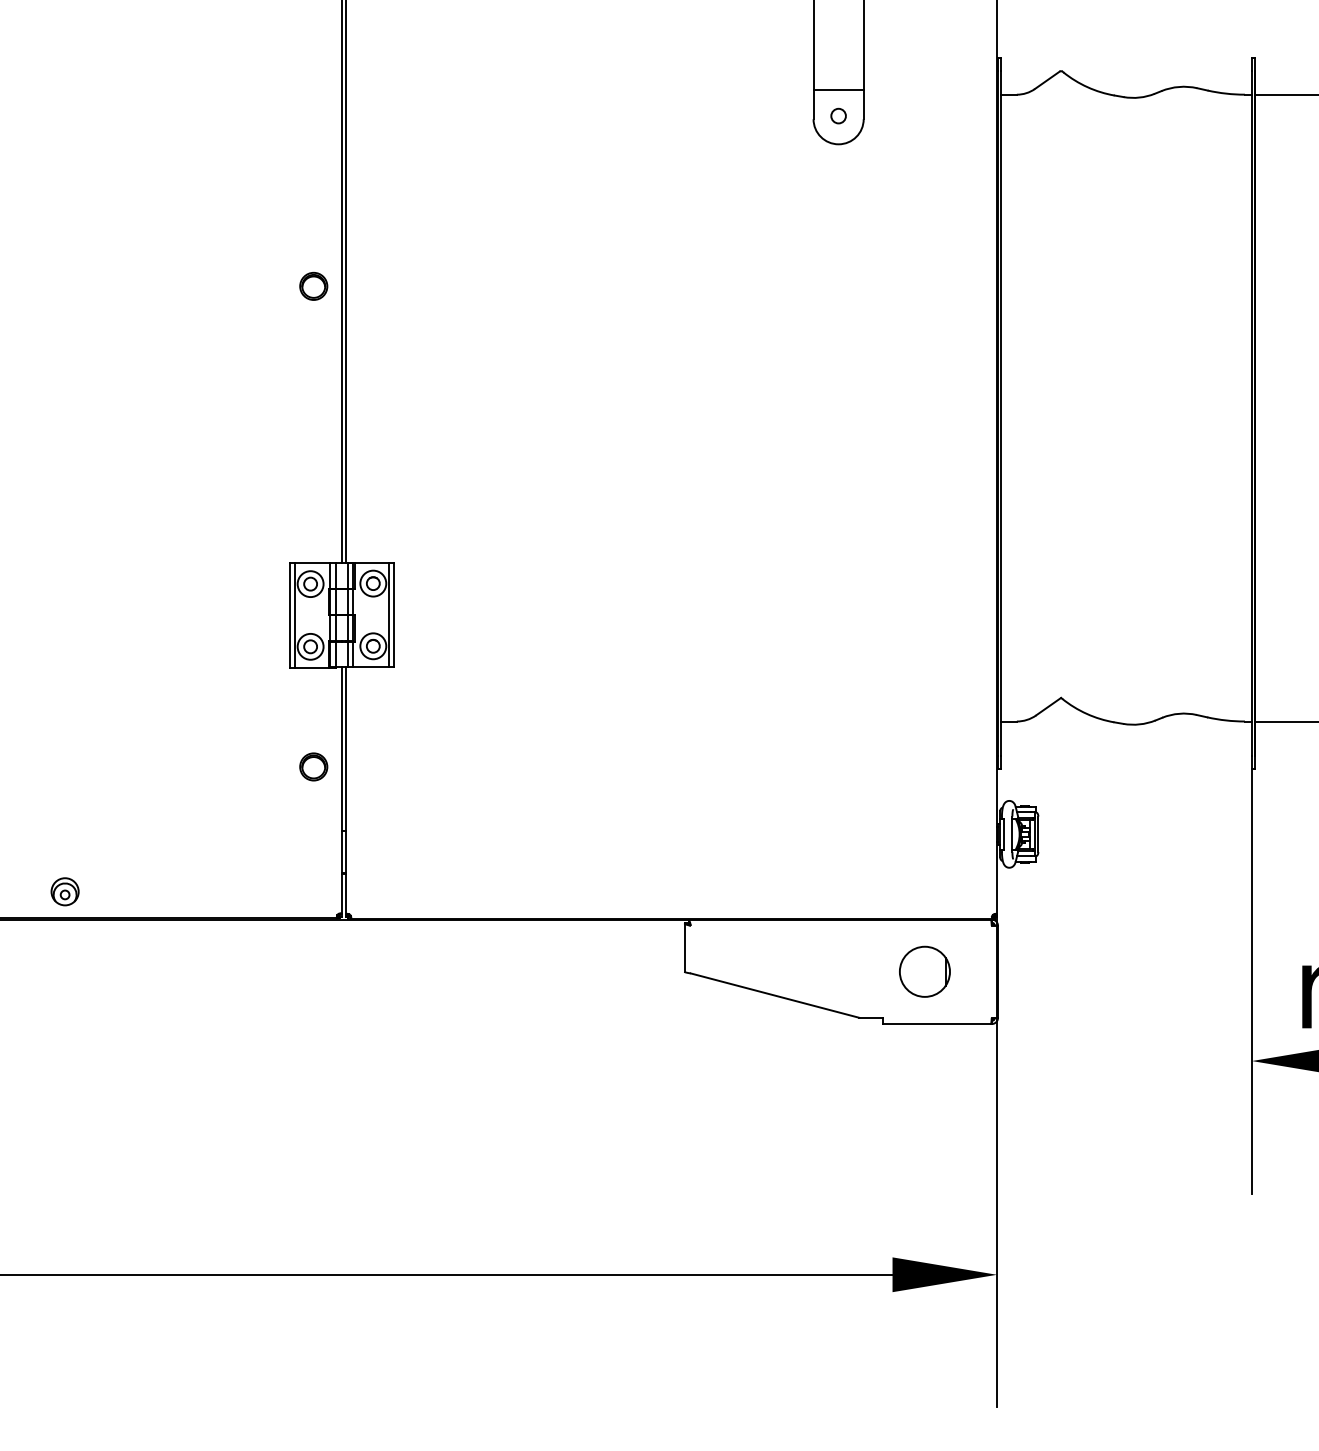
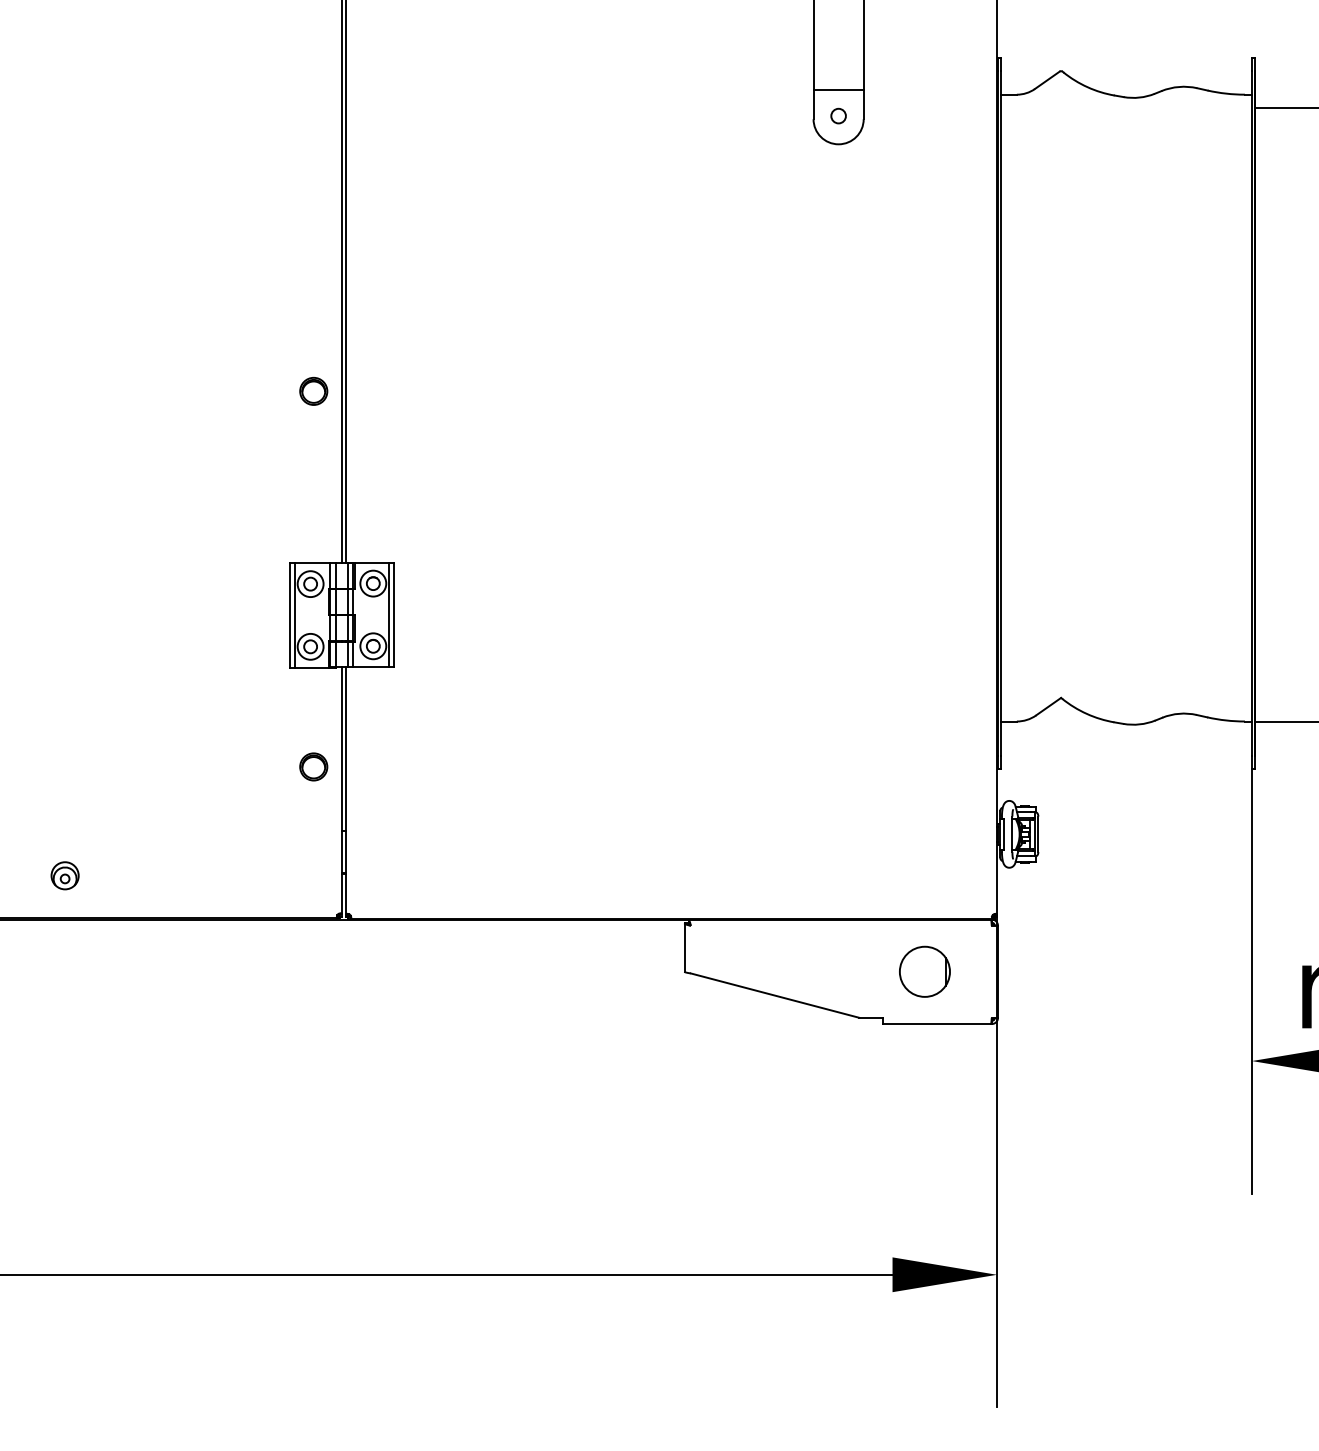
line at (1285, 94) position: (1285, 94) -> (1285, 107)
part at (313, 285) position: (313, 285) -> (313, 390)
part at (64, 891) position: (64, 891) -> (64, 875)
